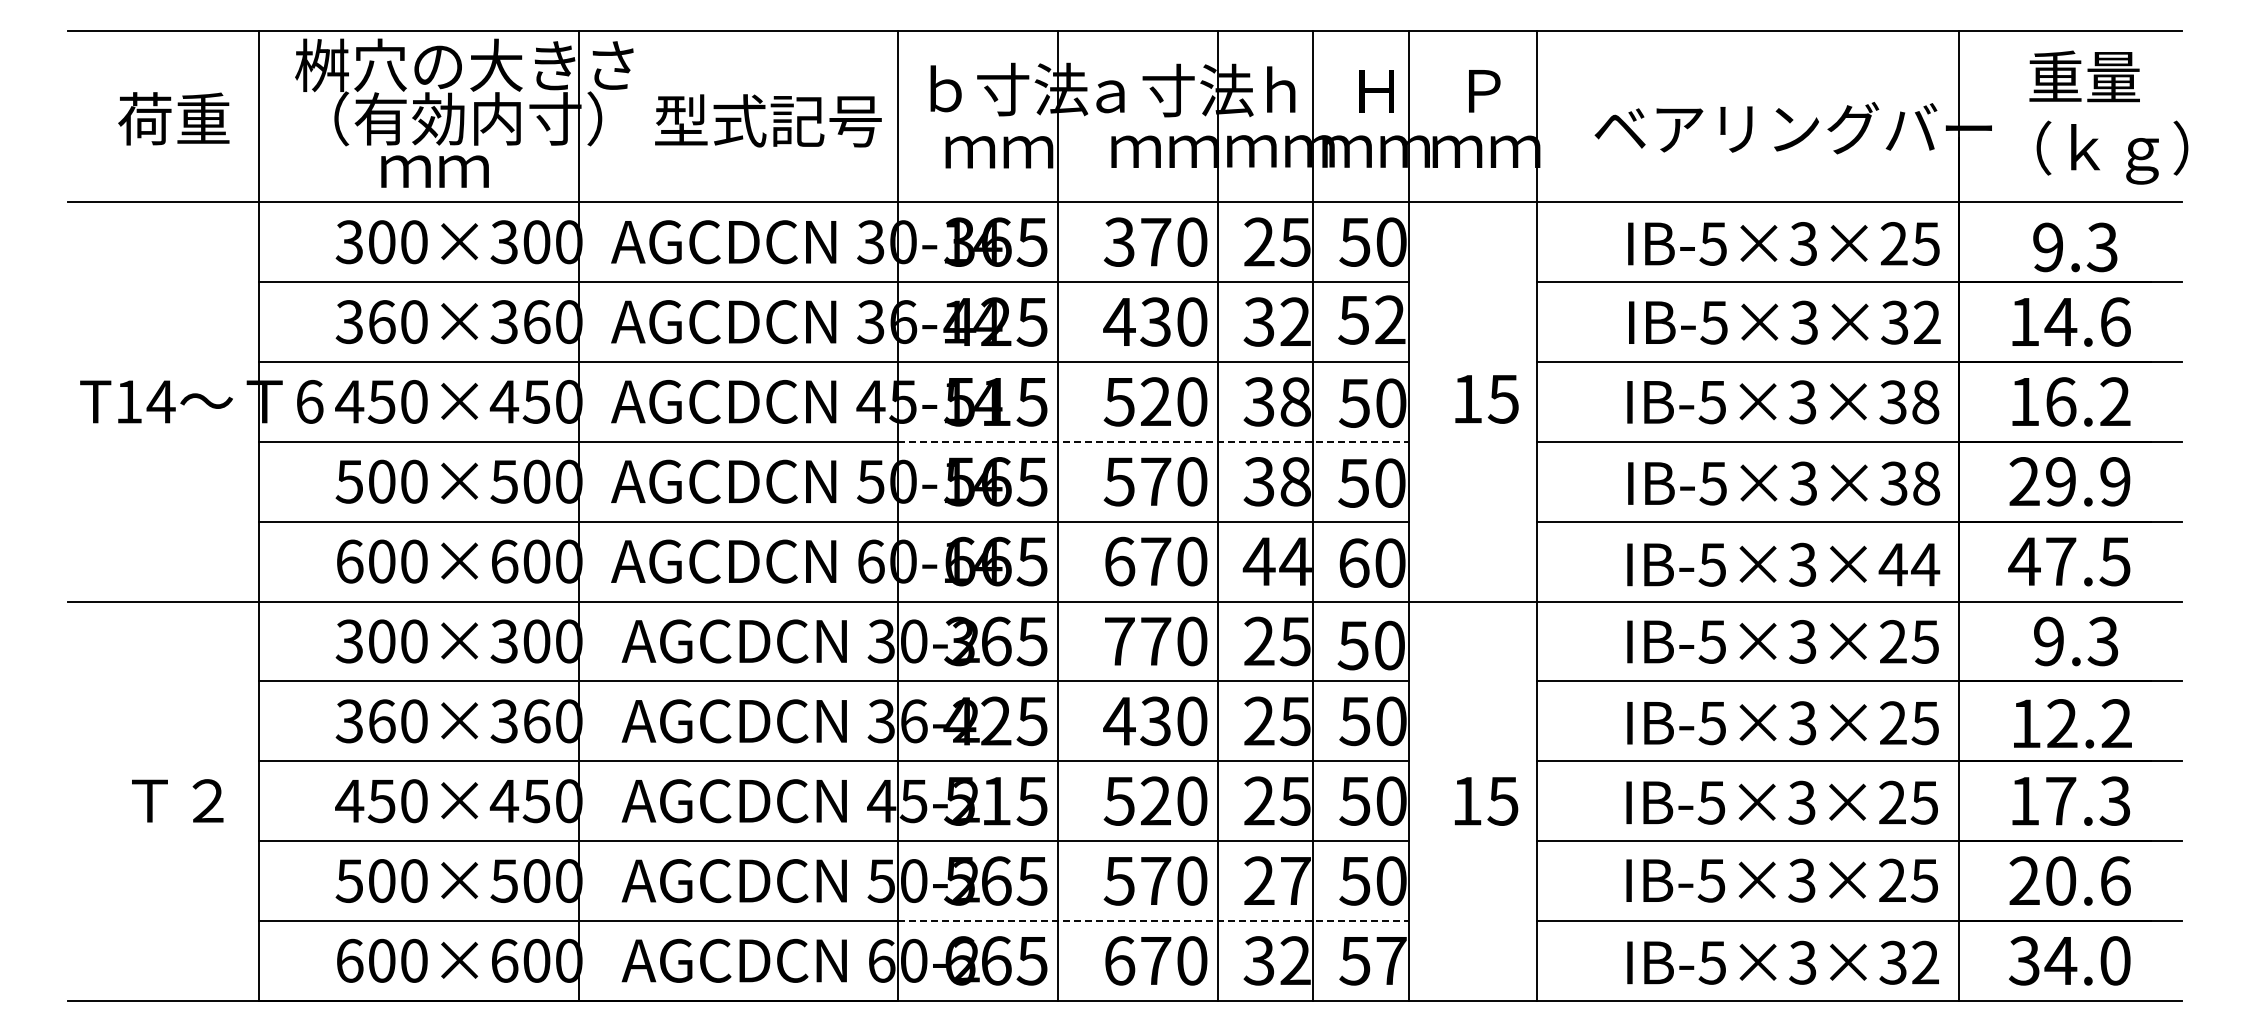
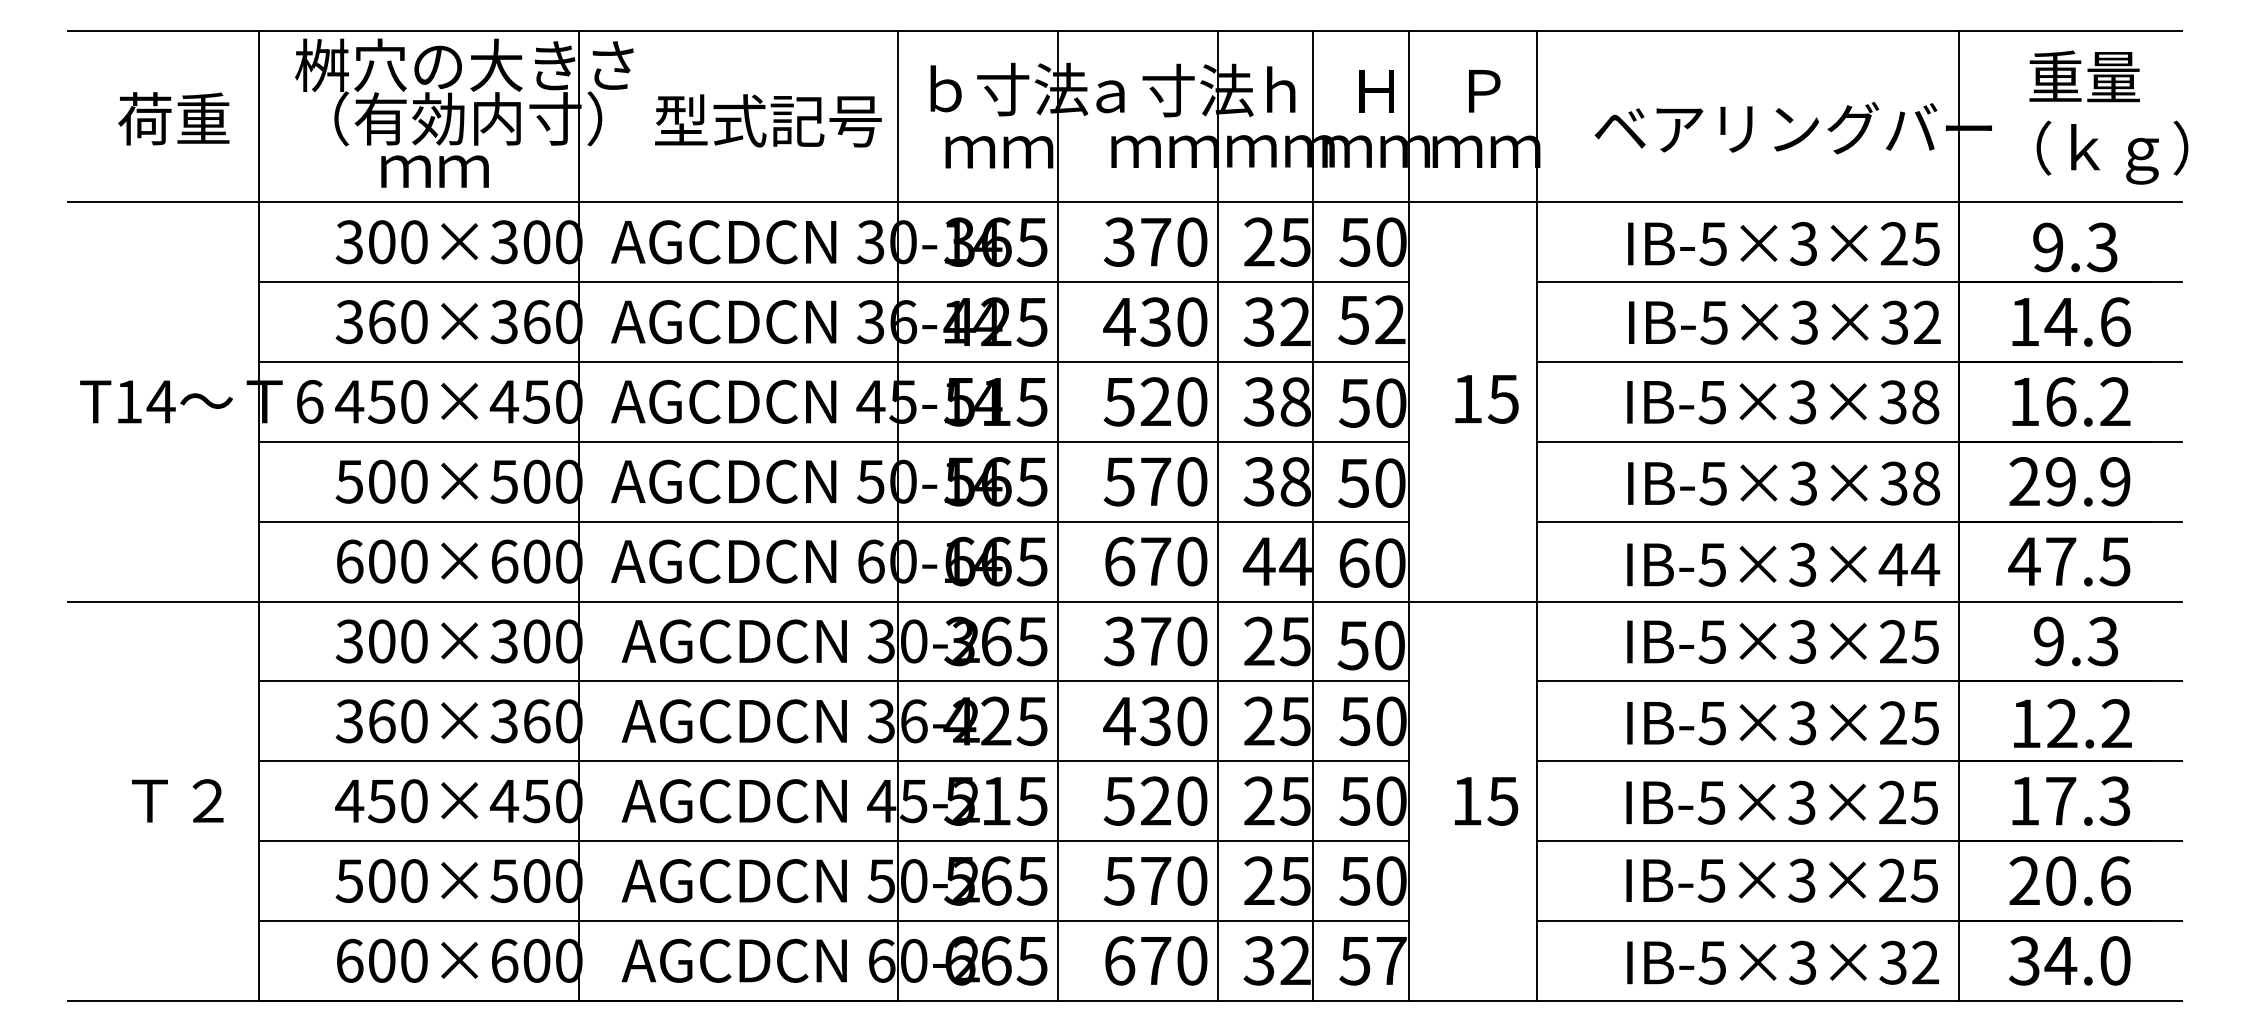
line at (1153, 441): dashed -> solid
text at (1118, 641): 770 -> 370
text at (1294, 881): 27 -> 25
line at (1153, 920): dashed -> solid
